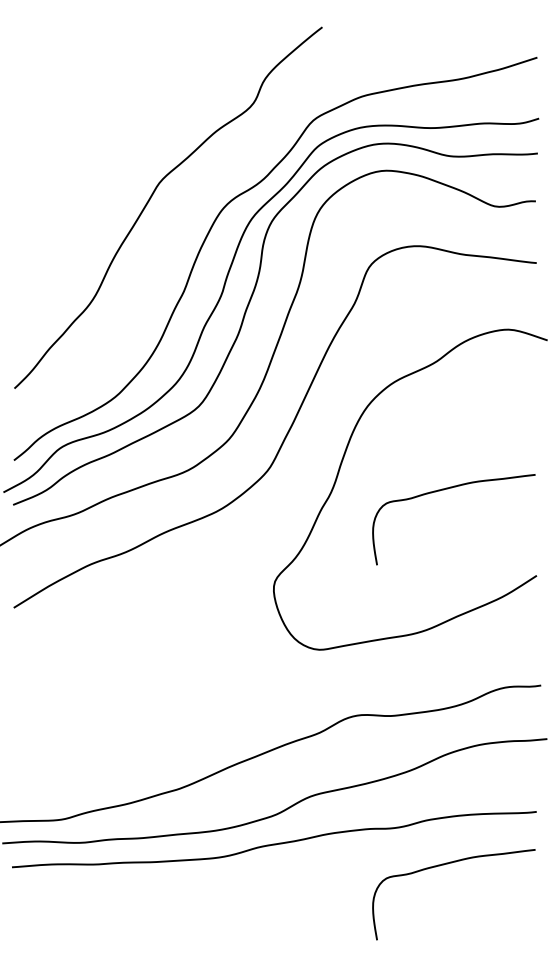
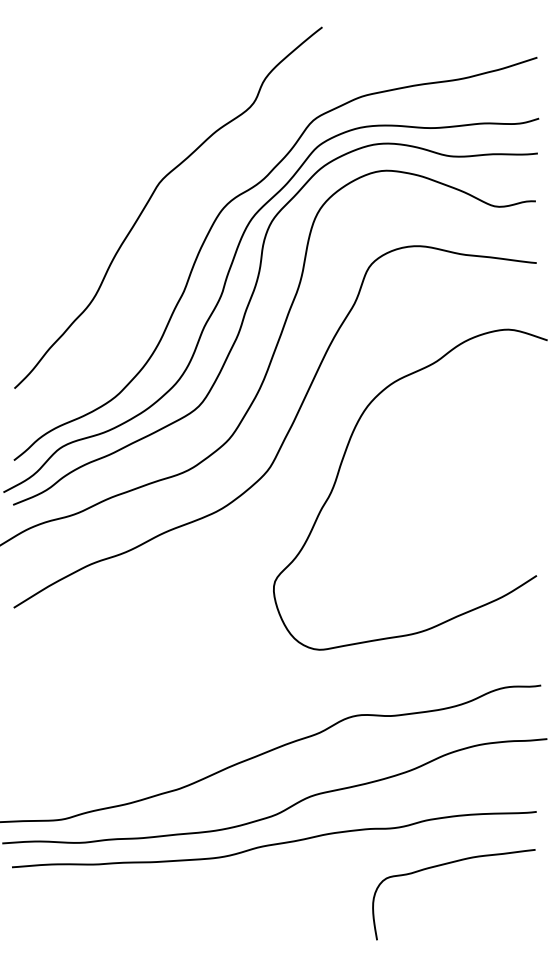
curve at (444, 490): present -> none
